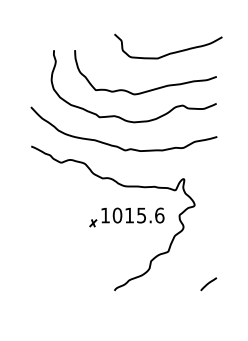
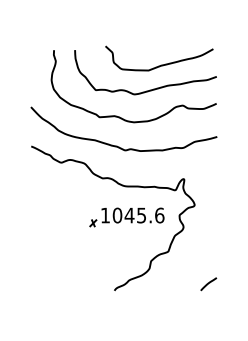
curve at (170, 52) position: (170, 52) -> (161, 64)
text at (129, 215): 1015.6 -> 1045.6
